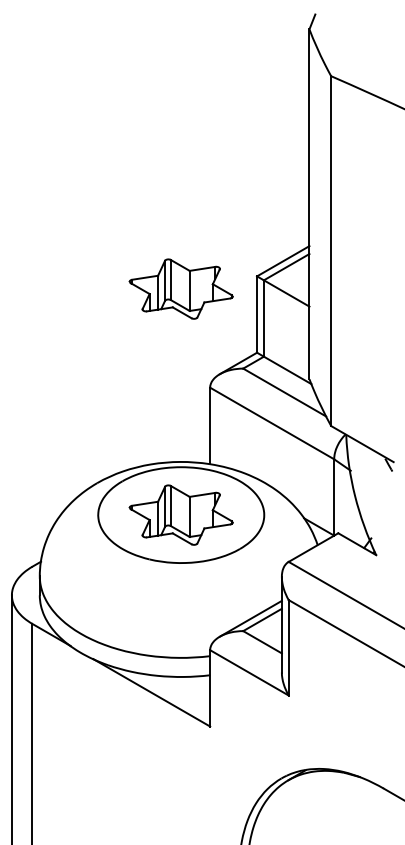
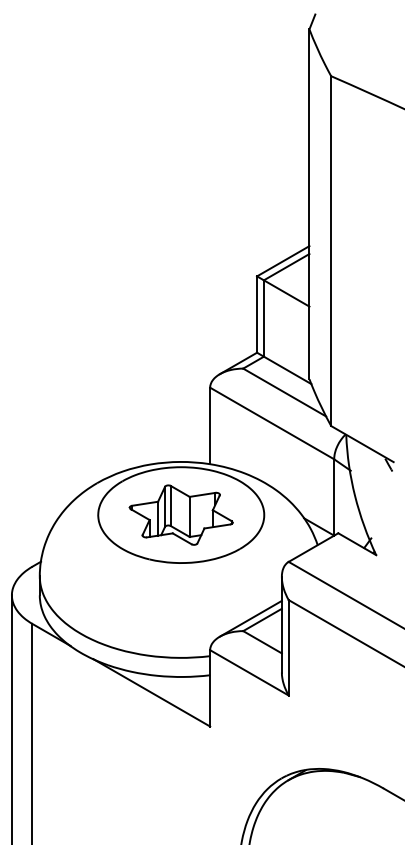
part at (180, 288): present -> none
